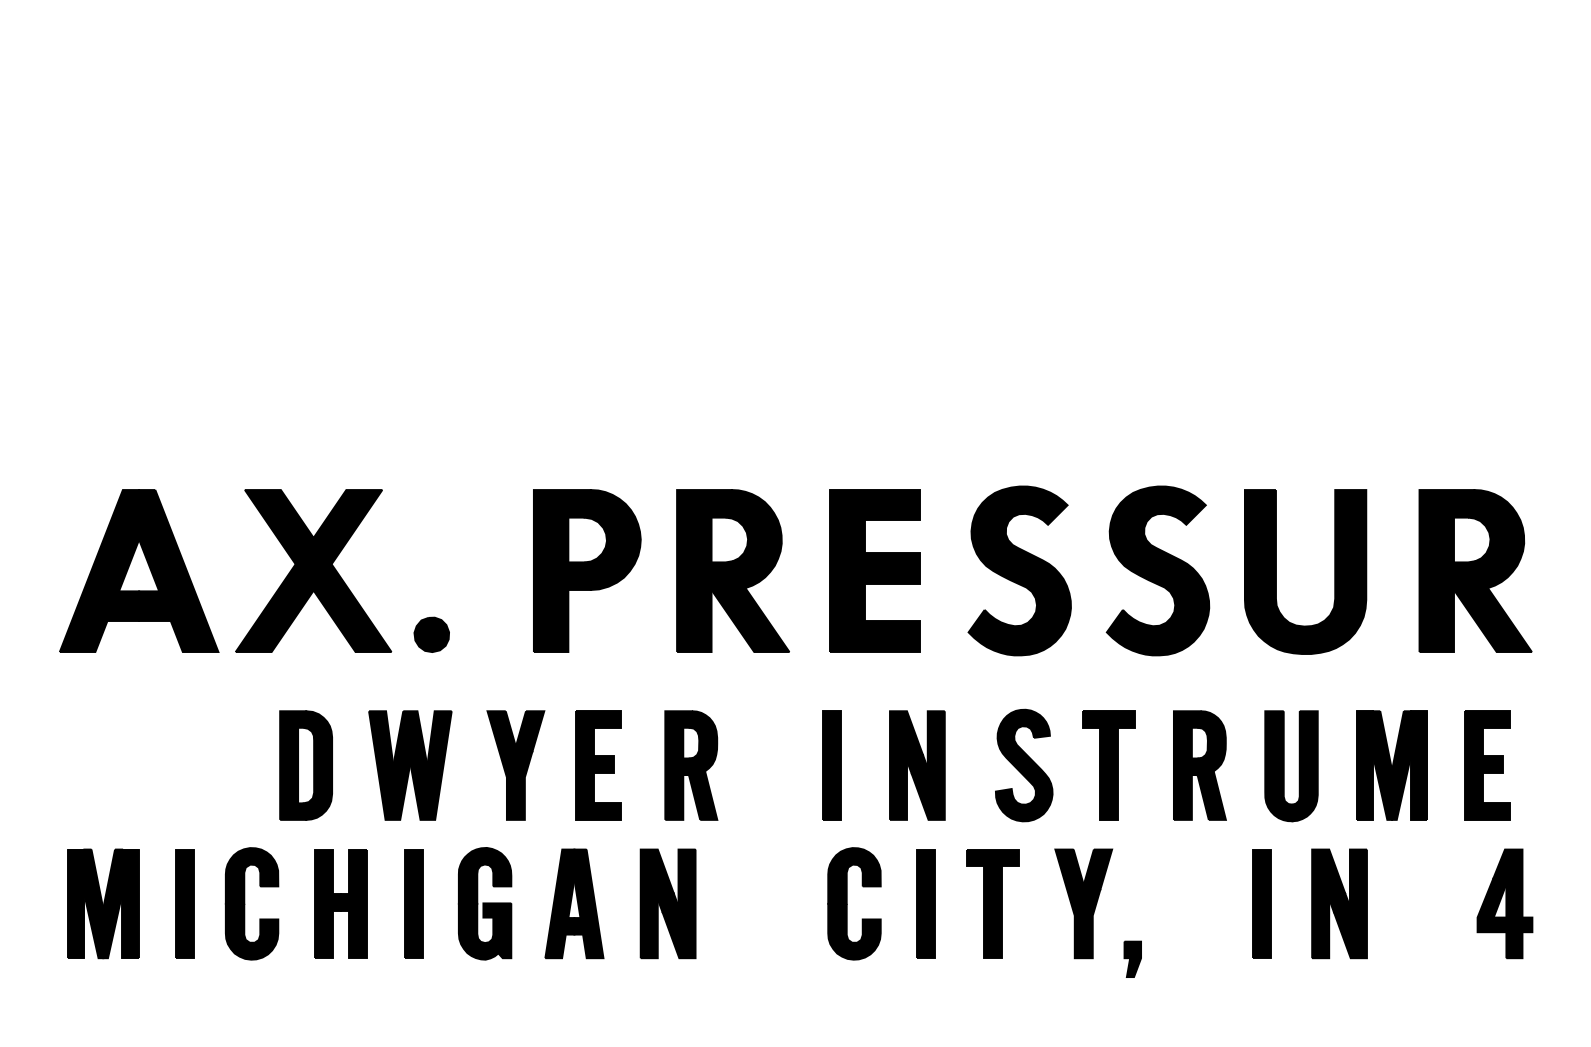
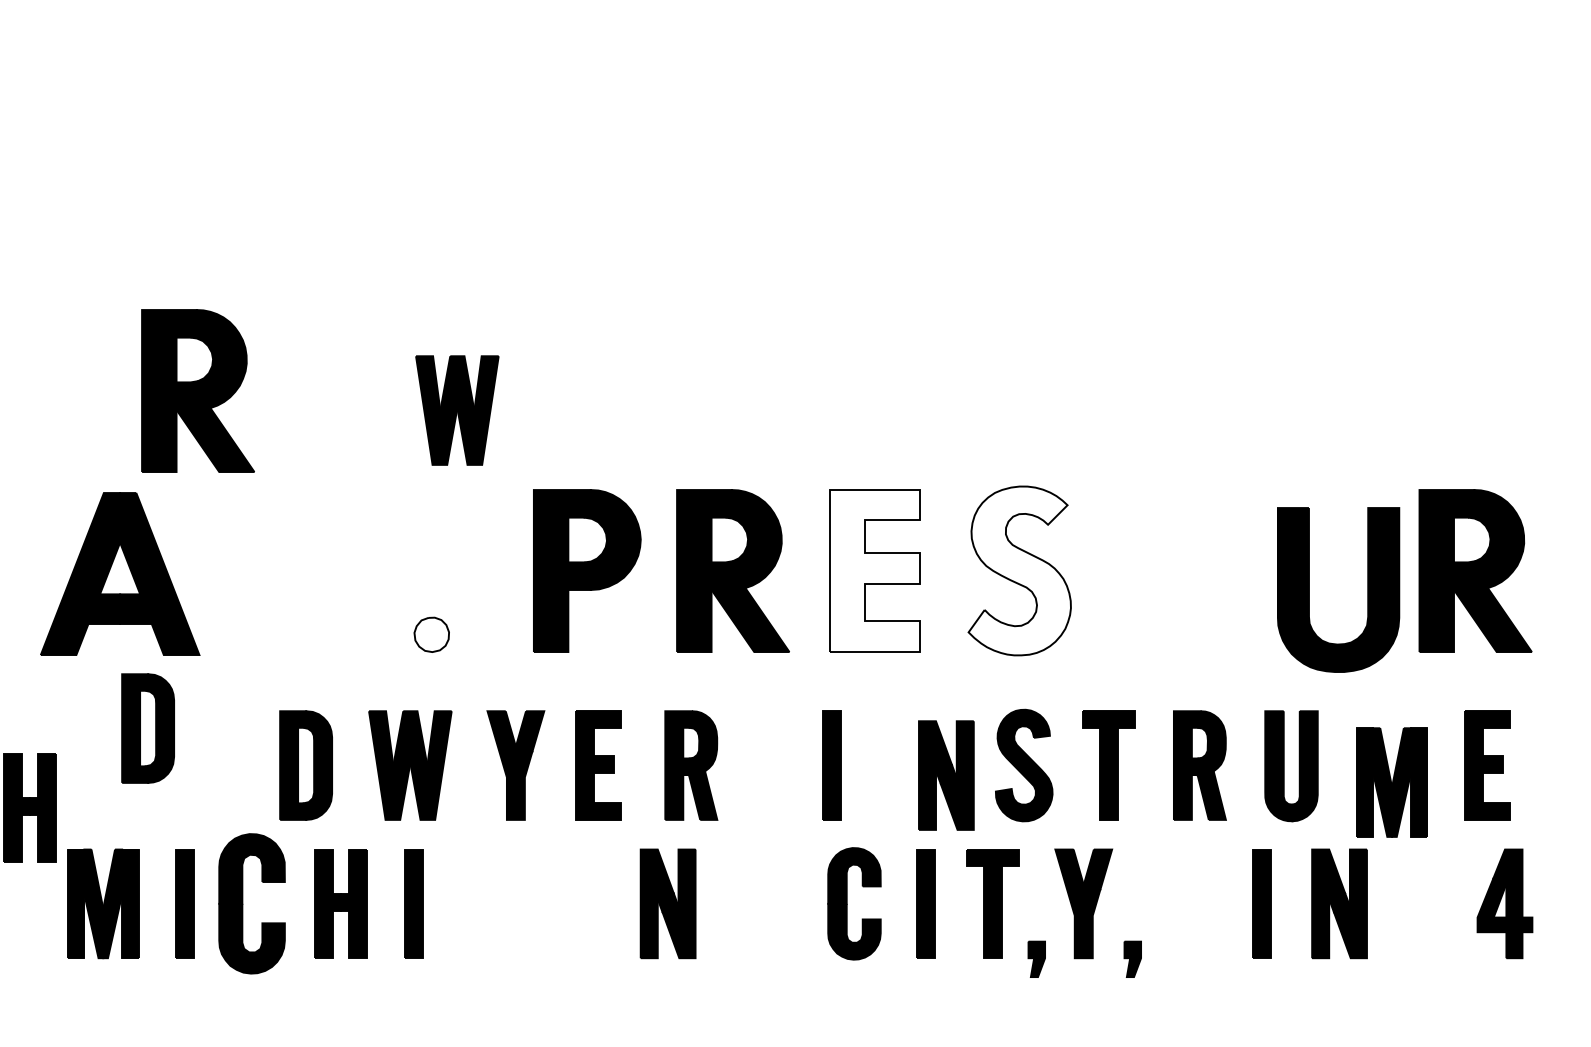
part at (197, 390): none -> present
part at (457, 410): none -> present
part at (139, 570) position: (139, 570) -> (120, 573)
part at (313, 570): present -> none
fill at (1019, 570): present -> none
part at (1157, 570): present -> none
fill at (874, 571): present -> none
part at (1276, 571) position: (1276, 571) -> (1309, 589)
fill at (431, 634): present -> none
part at (147, 728): none -> present
part at (917, 765) position: (917, 765) -> (946, 775)
part at (1391, 765) position: (1391, 765) -> (1391, 782)
part at (29, 807): none -> present
part at (251, 903) size: 56x114 px -> 68x142 px
part at (484, 903): present -> none
part at (574, 903): present -> none
part at (1036, 958): none -> present
